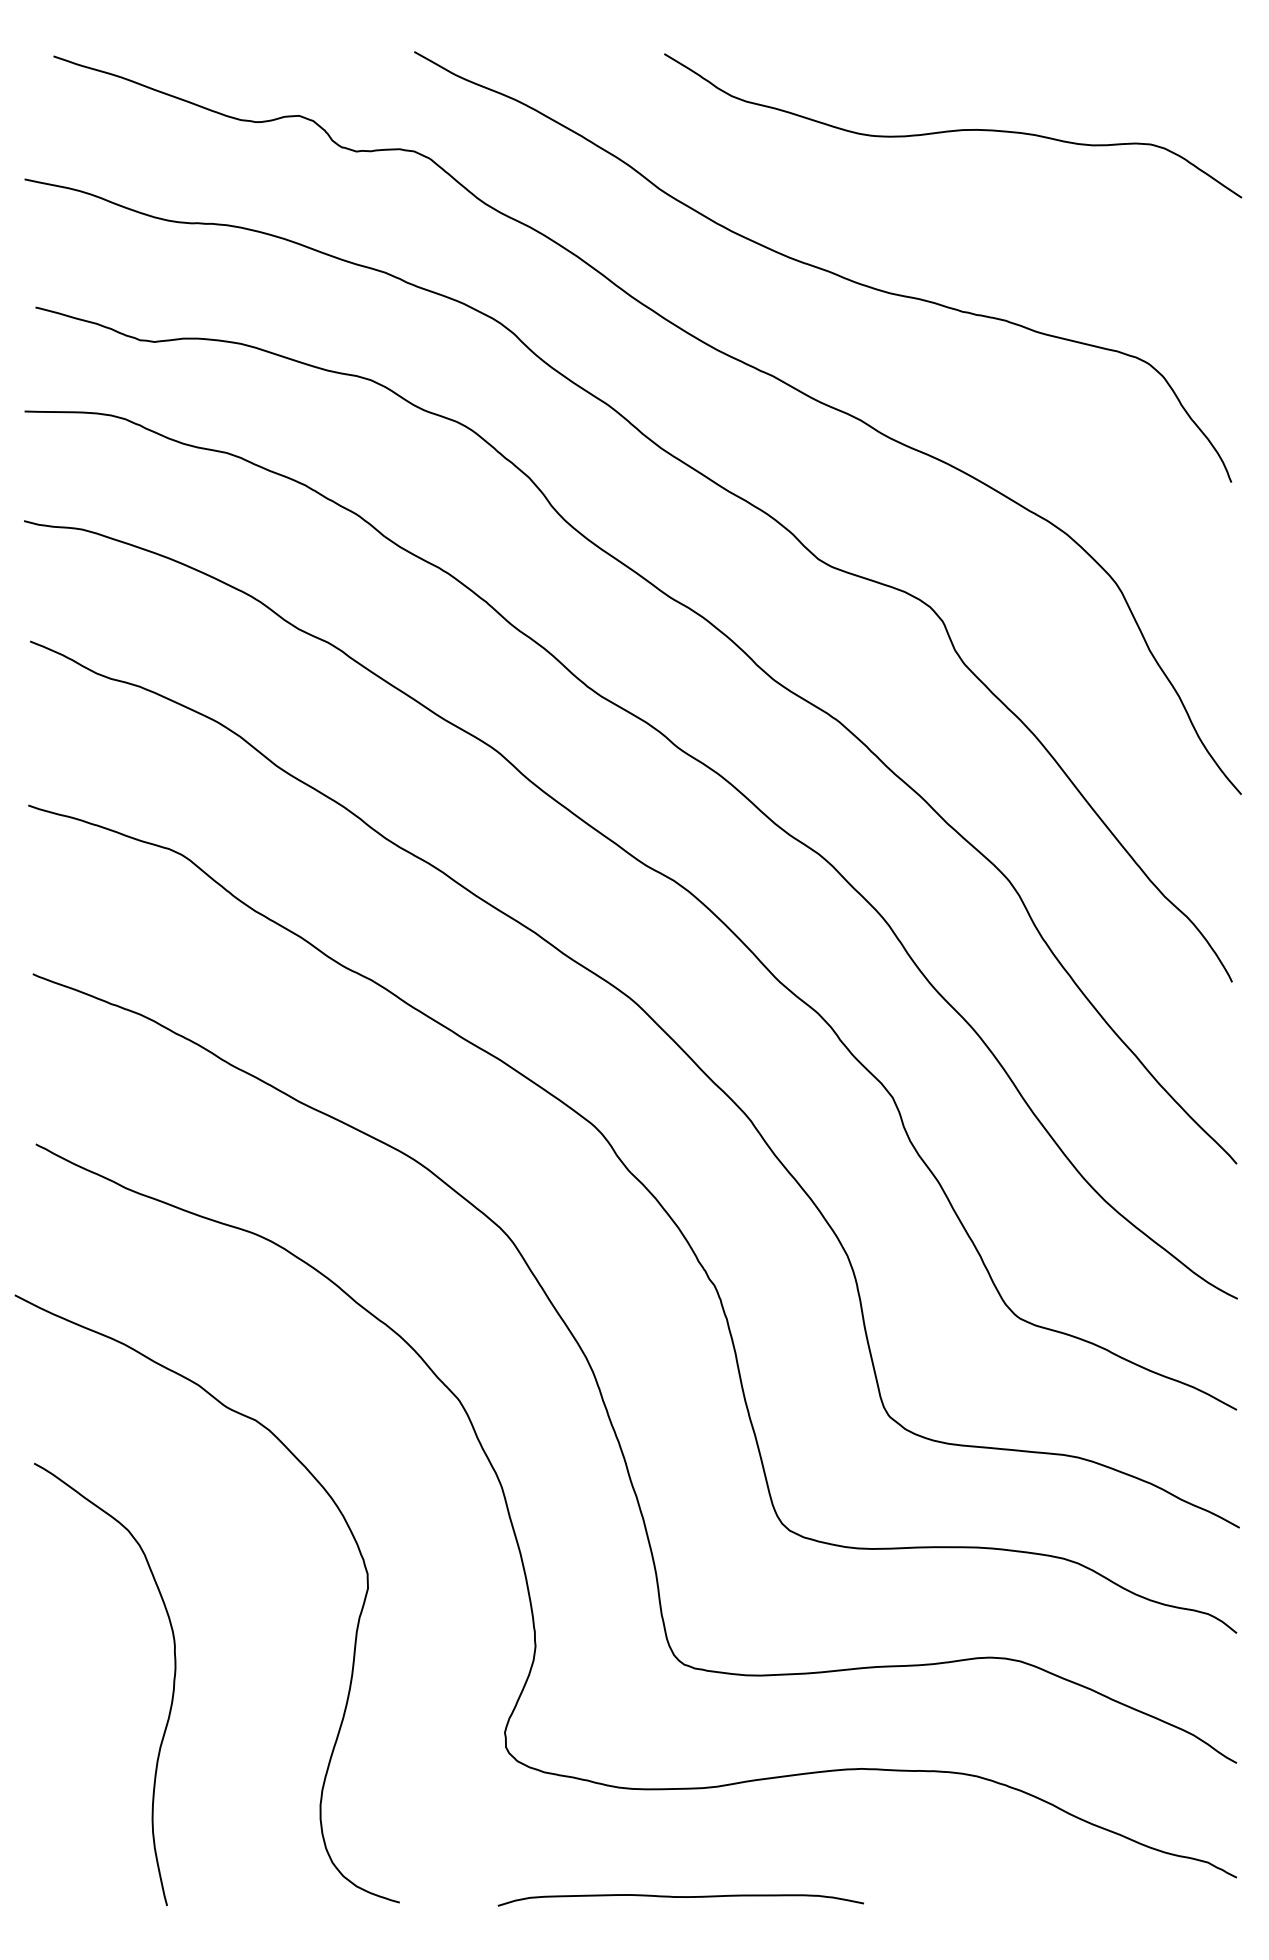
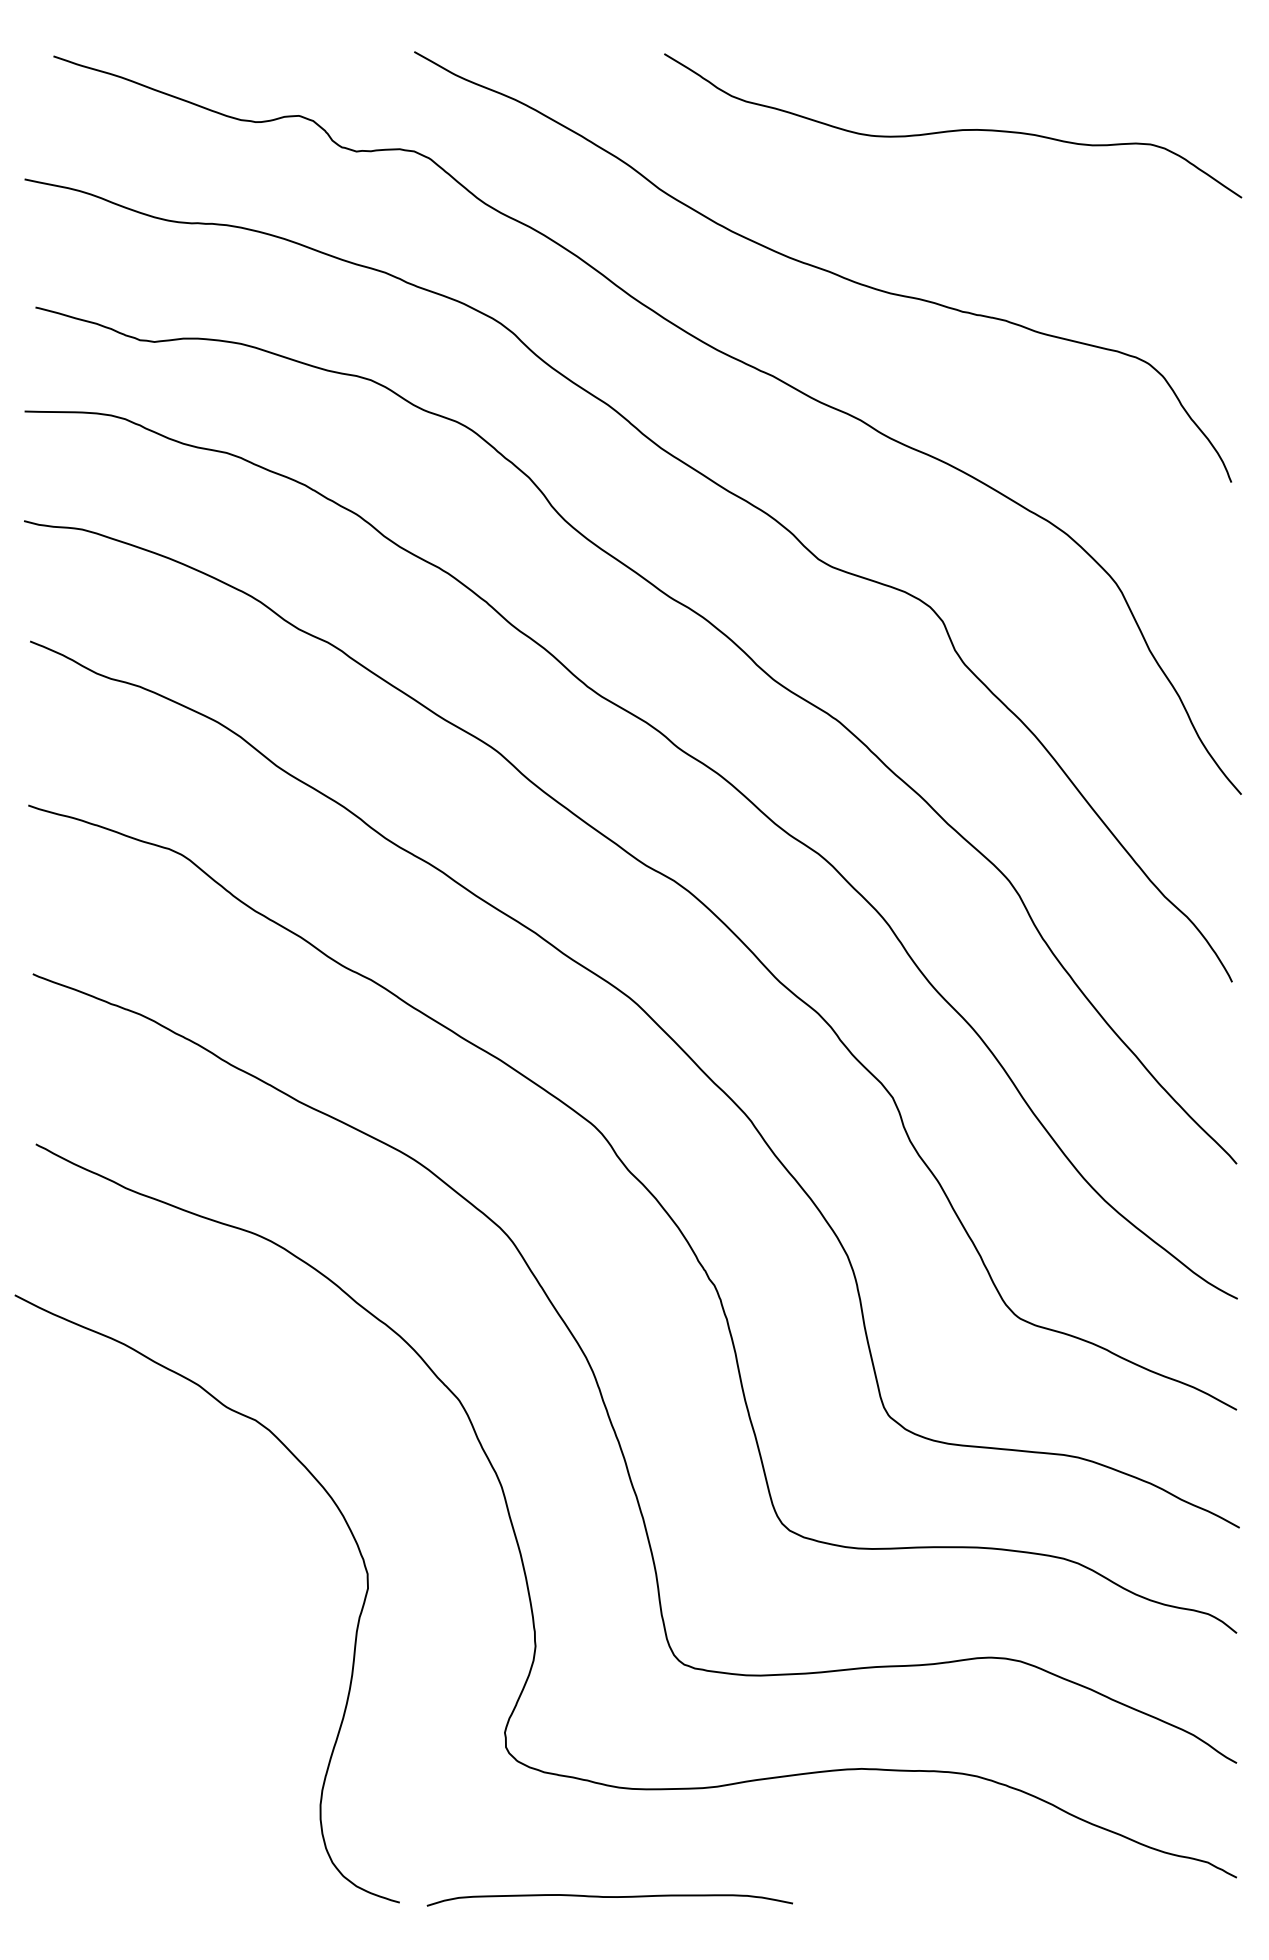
curve at (172, 1690): present -> none
curve at (680, 1897) position: (680, 1897) -> (609, 1897)
